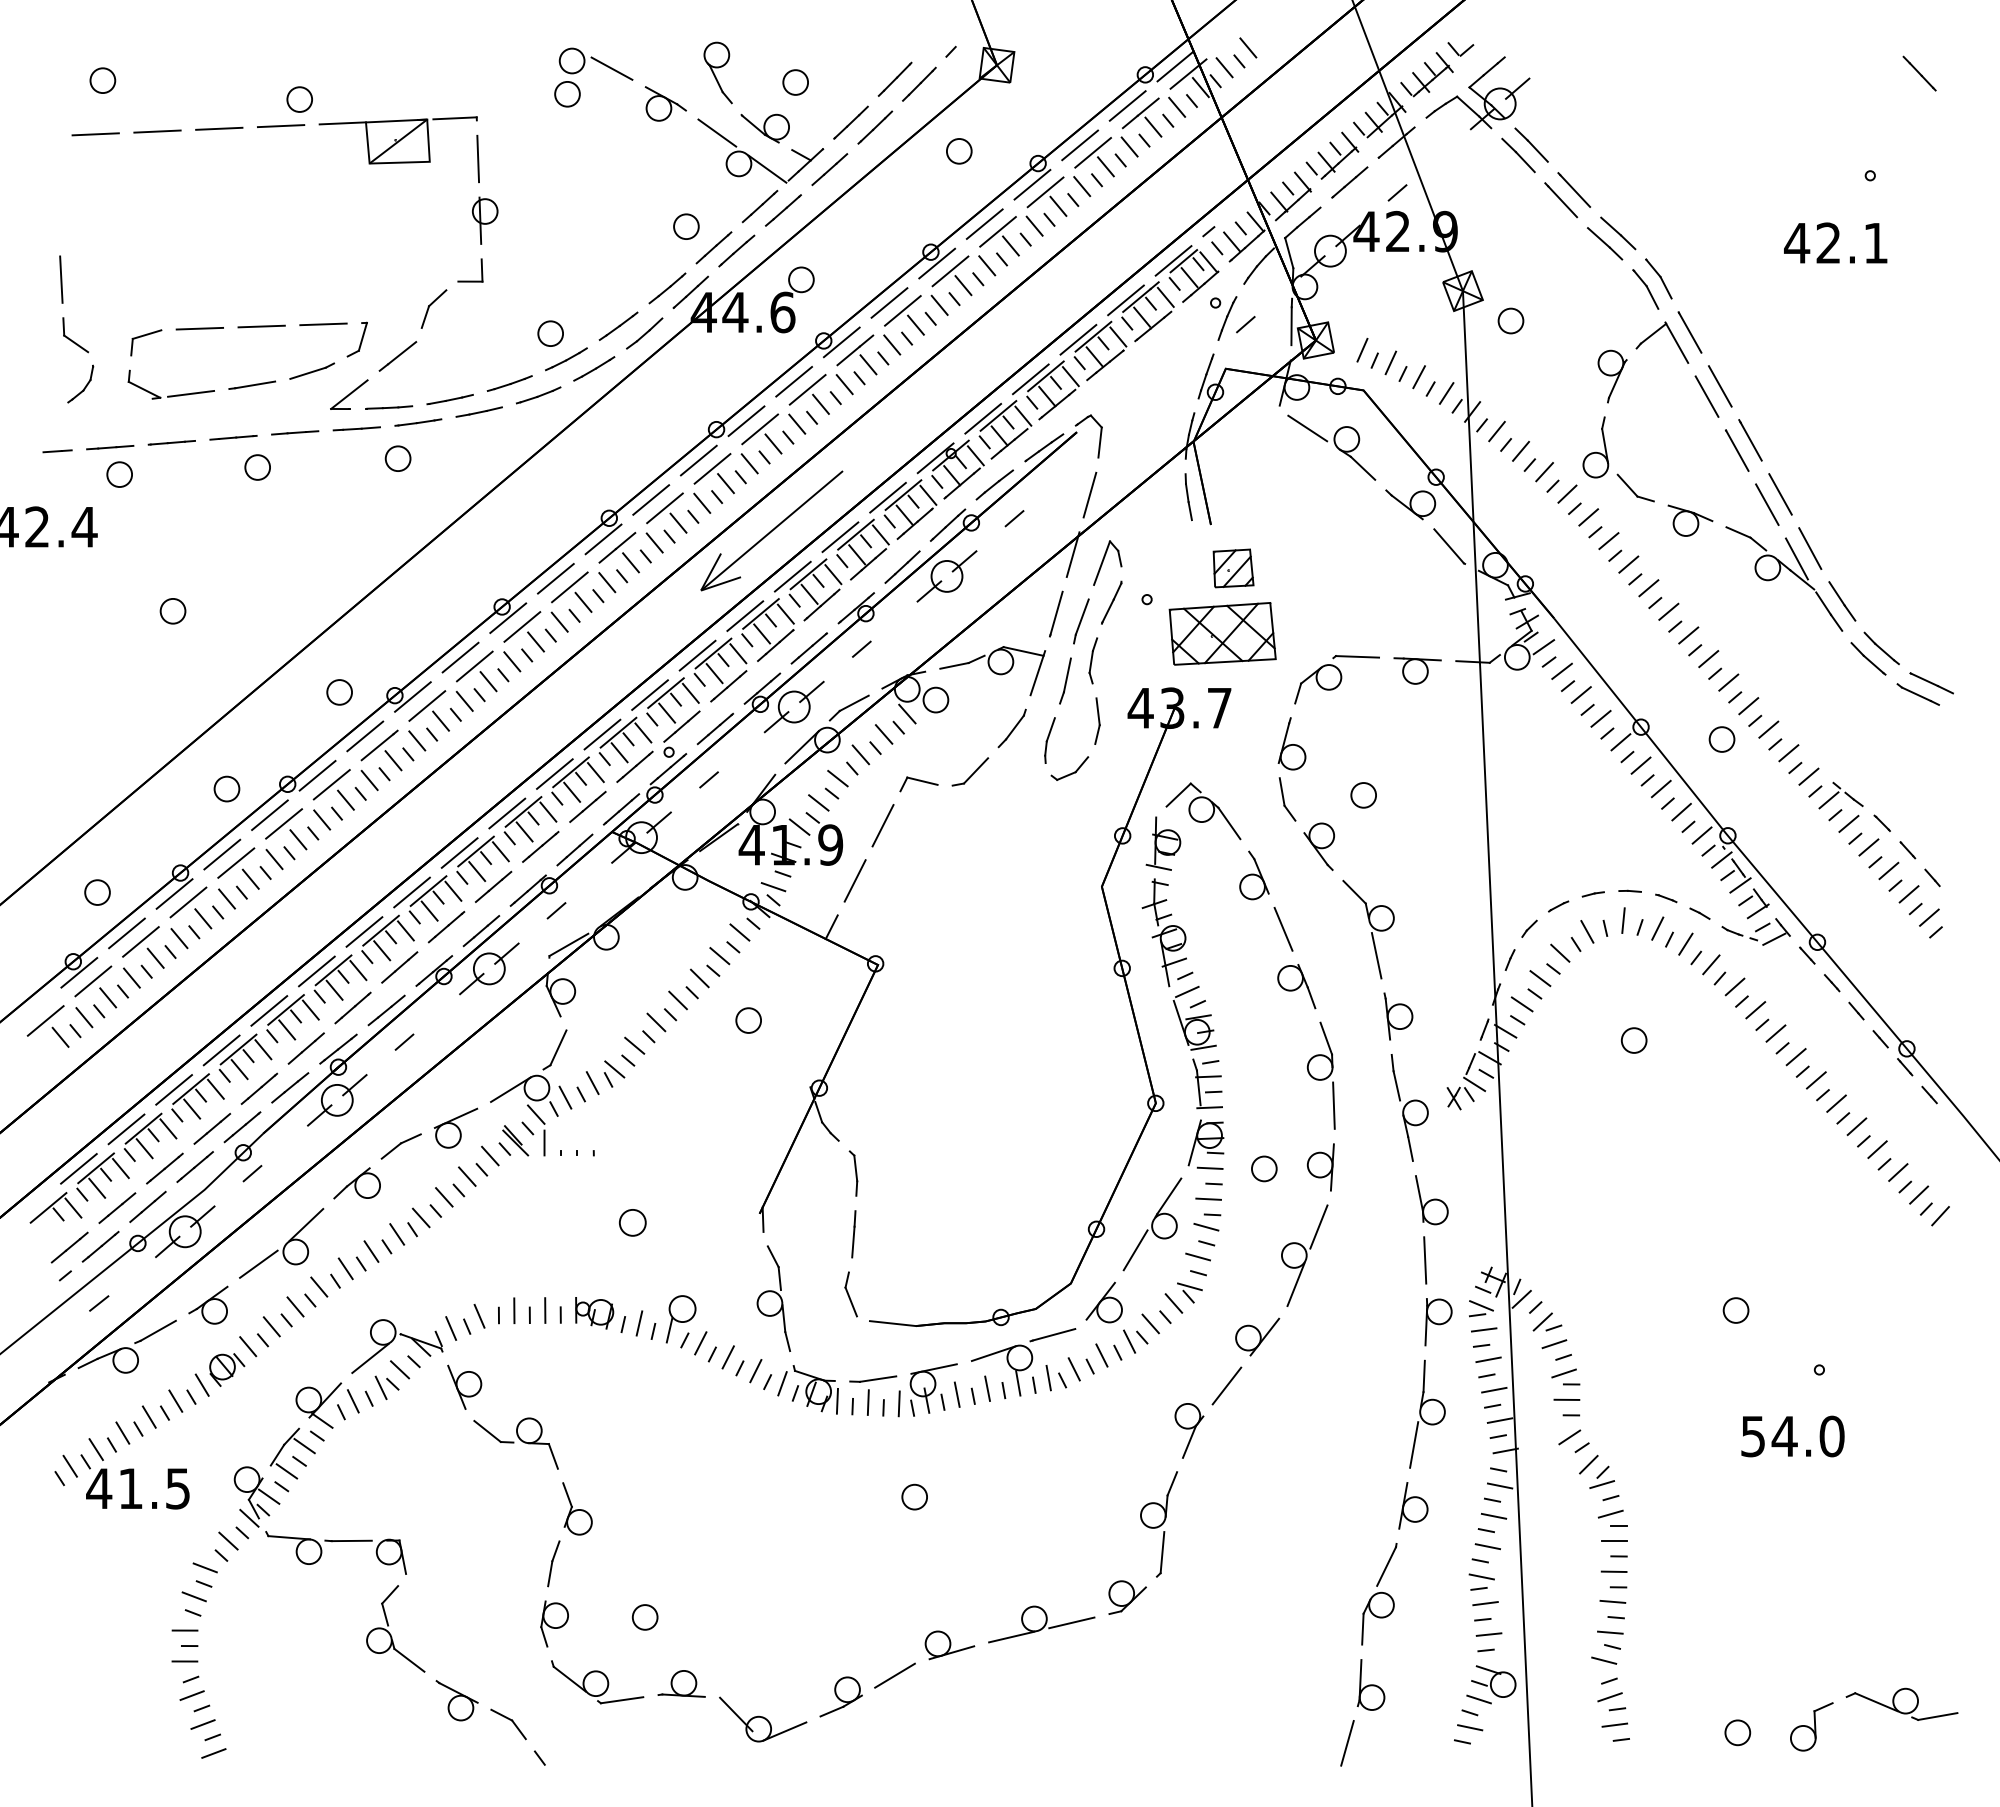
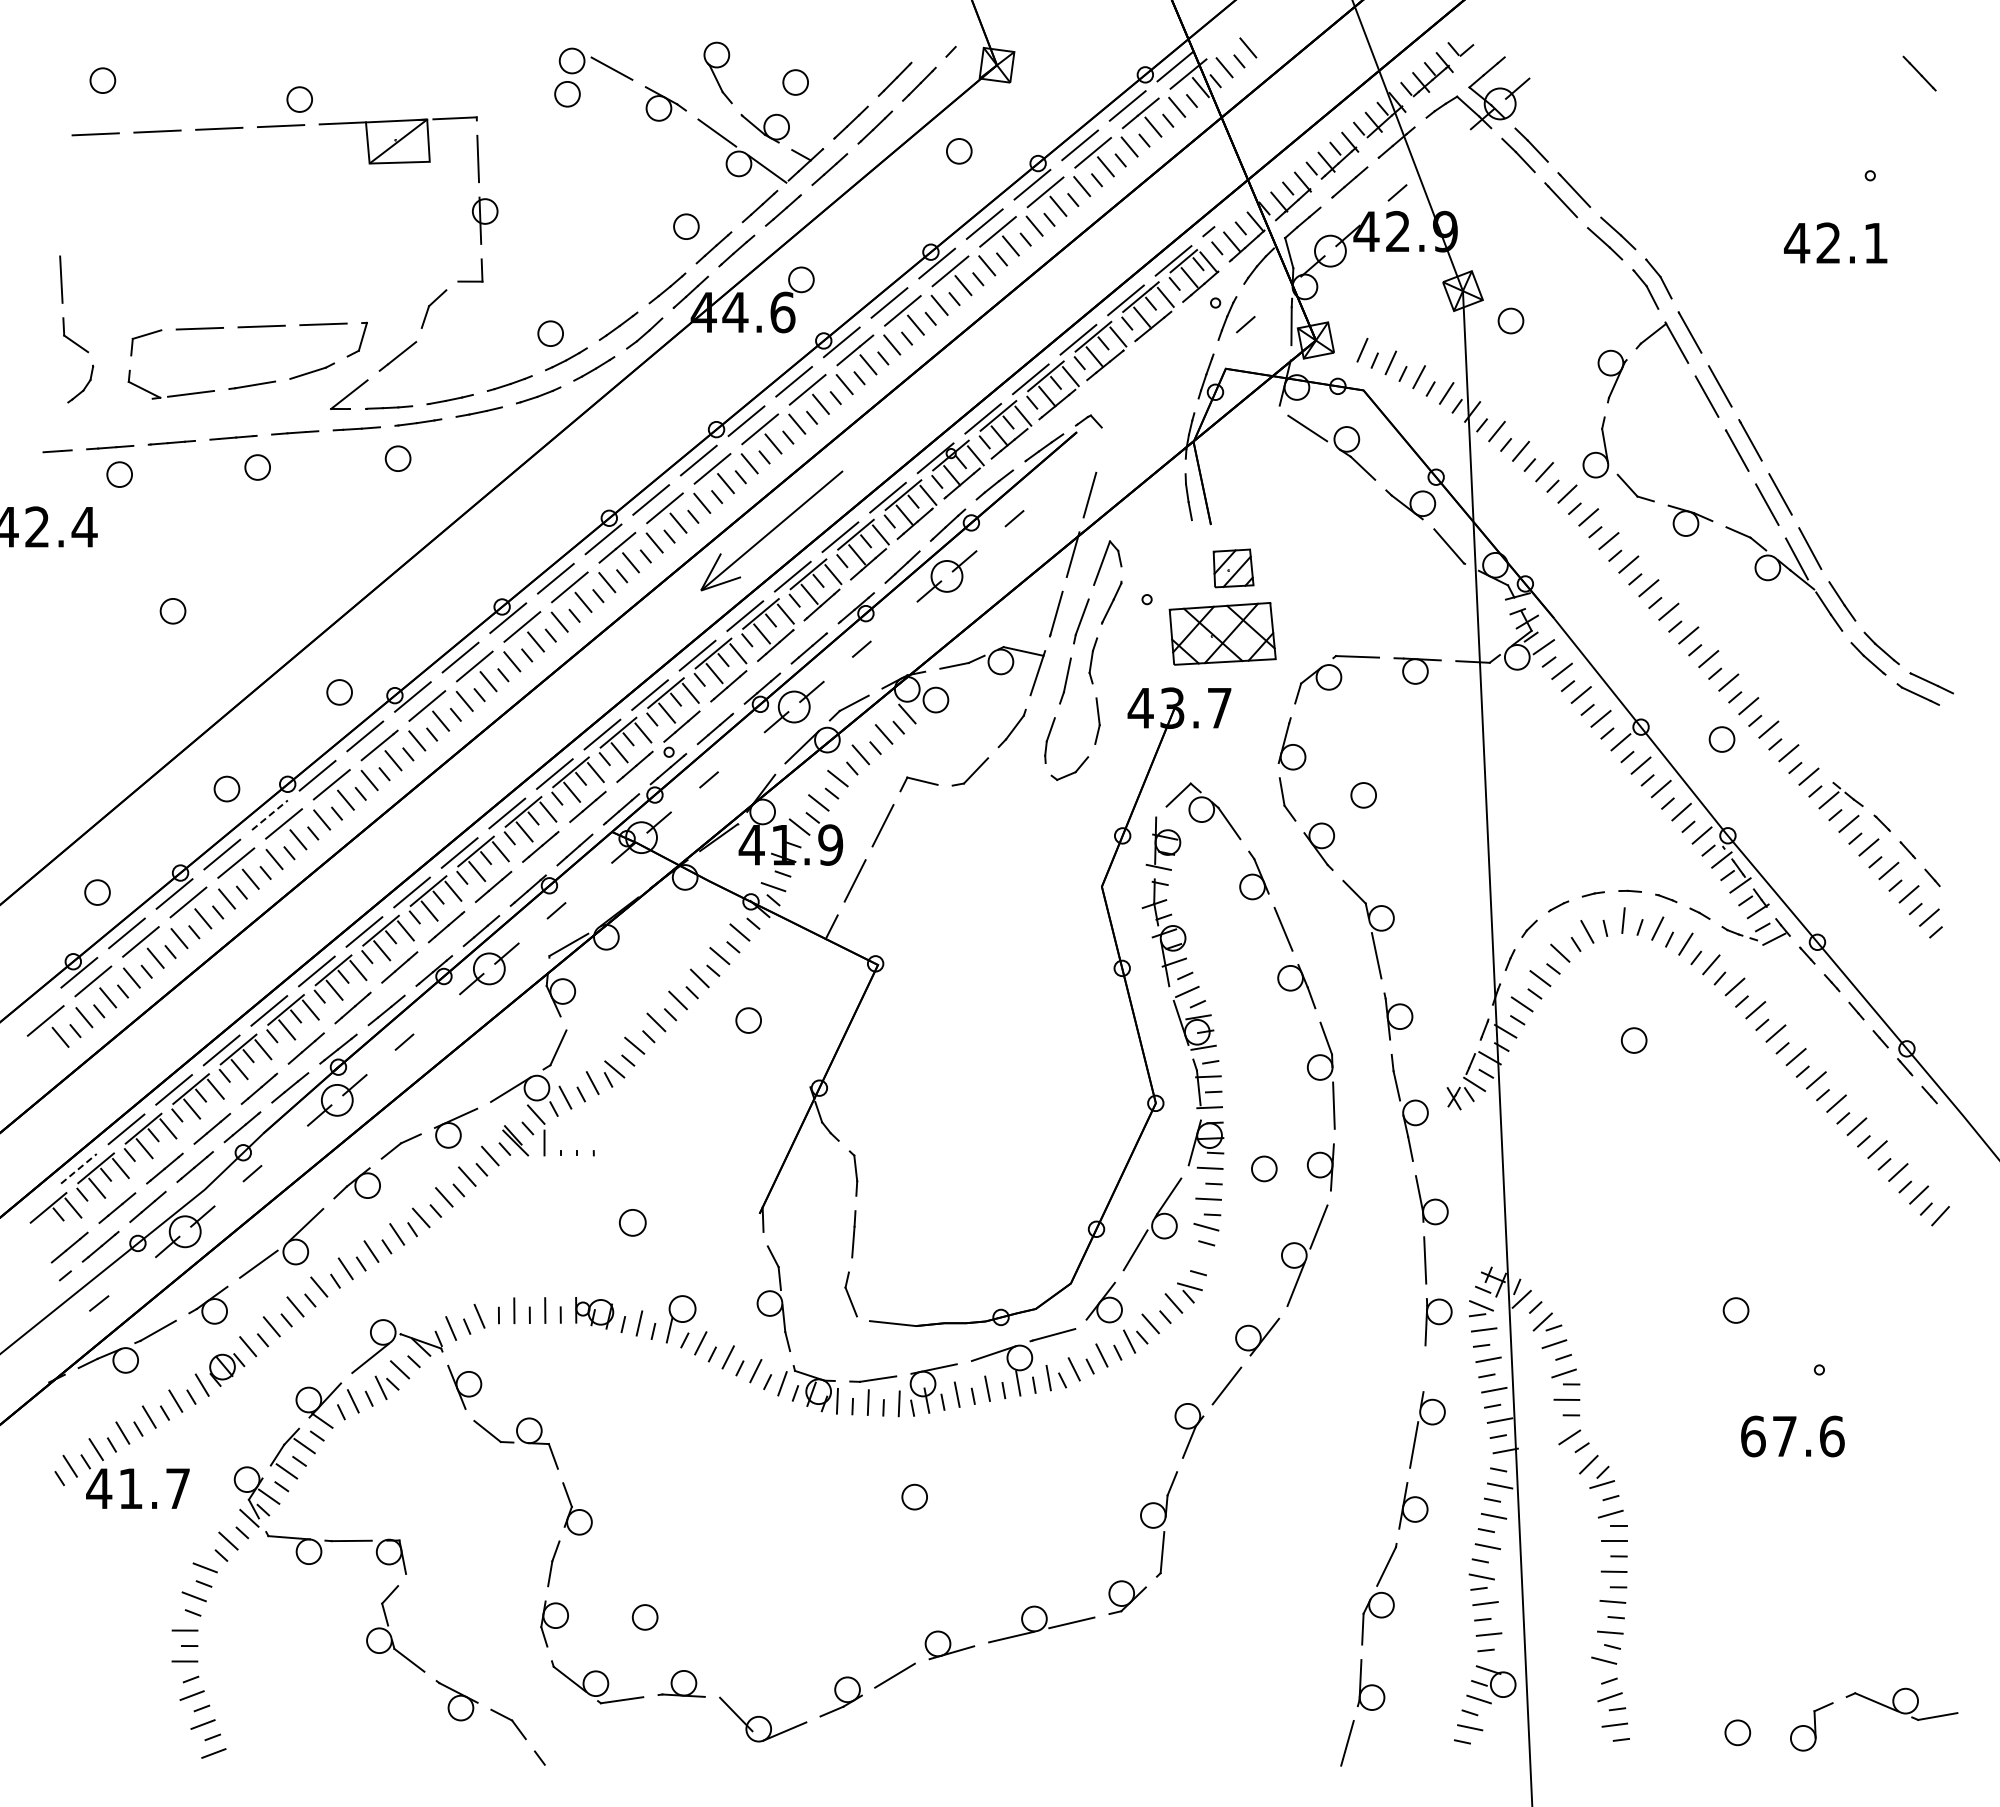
line at (1099, 442): present -> none
line at (270, 814): solid -> dashed
line at (79, 1168): solid -> dashed
line at (1198, 1256): present -> none
line at (1423, 1376): present -> none
text at (1792, 1436): 54.0 -> 67.6
text at (177, 1488): 41.5 -> 41.7
